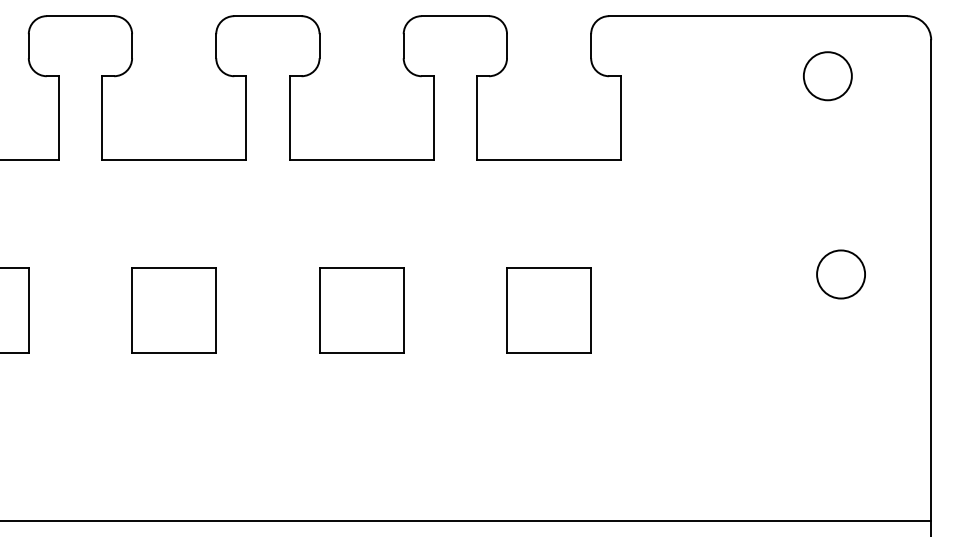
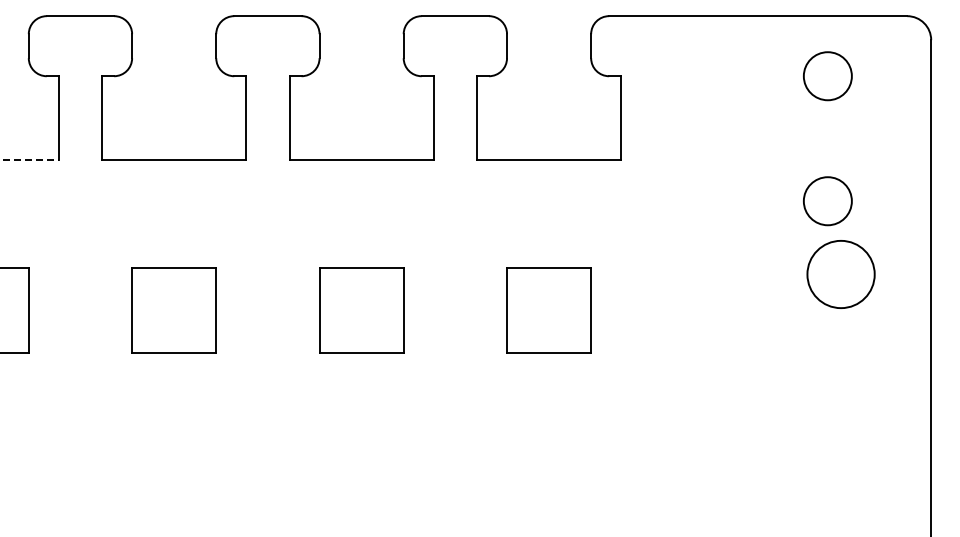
line at (30, 160): solid -> dashed
circle at (827, 201): none -> present
circle at (841, 274) diameter: 48 px -> 67 px
line at (466, 520): present -> none
